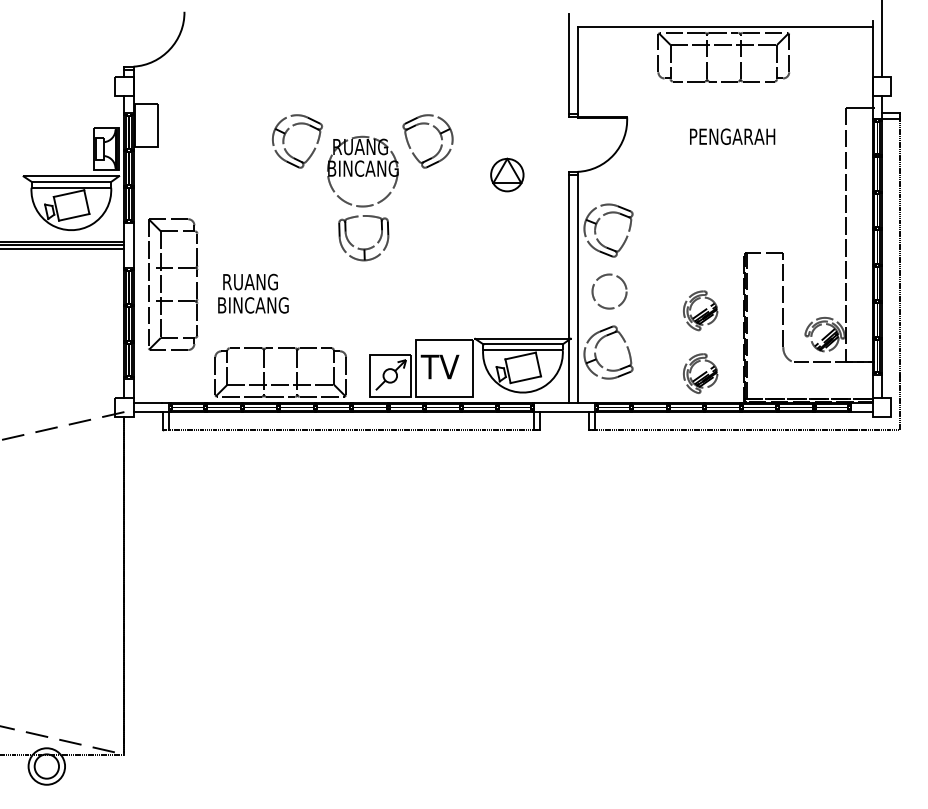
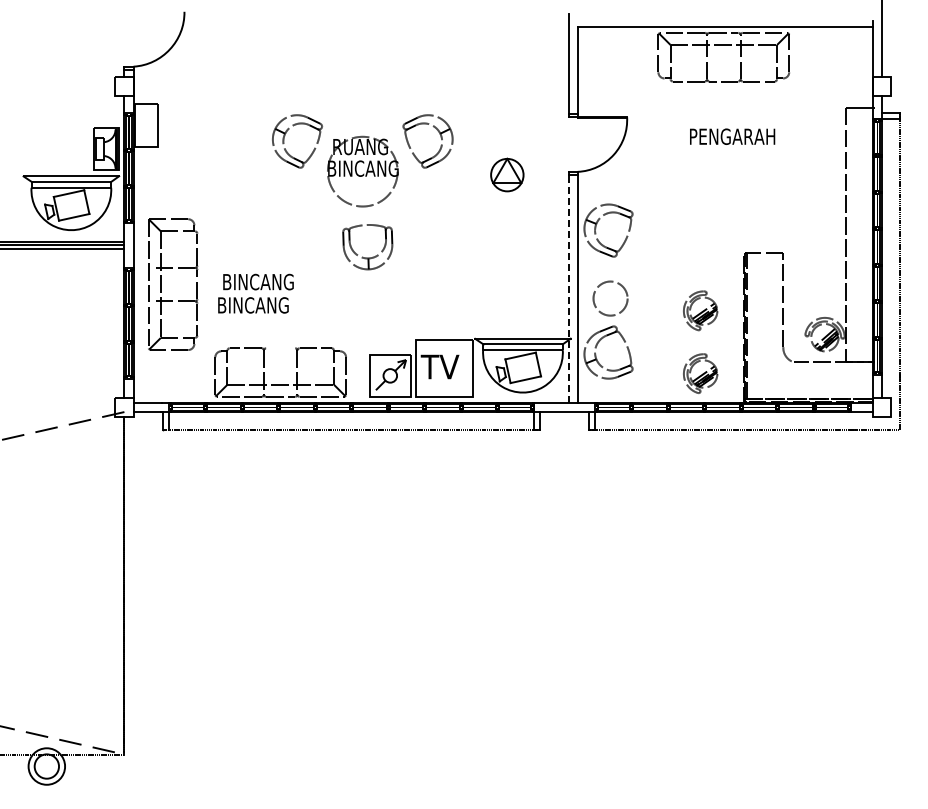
part at (363, 248) position: (363, 248) -> (367, 257)
text at (258, 281): RUANG -> BINCANG
line at (568, 288): solid -> dashed
circle at (609, 291) position: (609, 291) -> (610, 298)
line at (280, 348): present -> none
